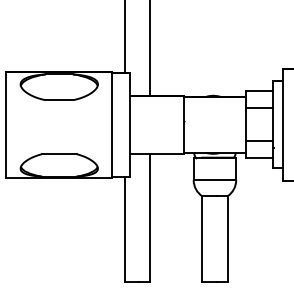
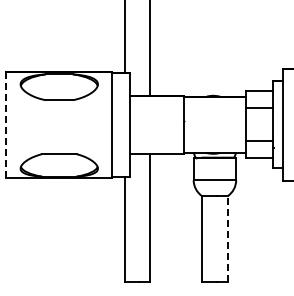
line at (6, 125): solid -> dashed
line at (227, 239): solid -> dashed
